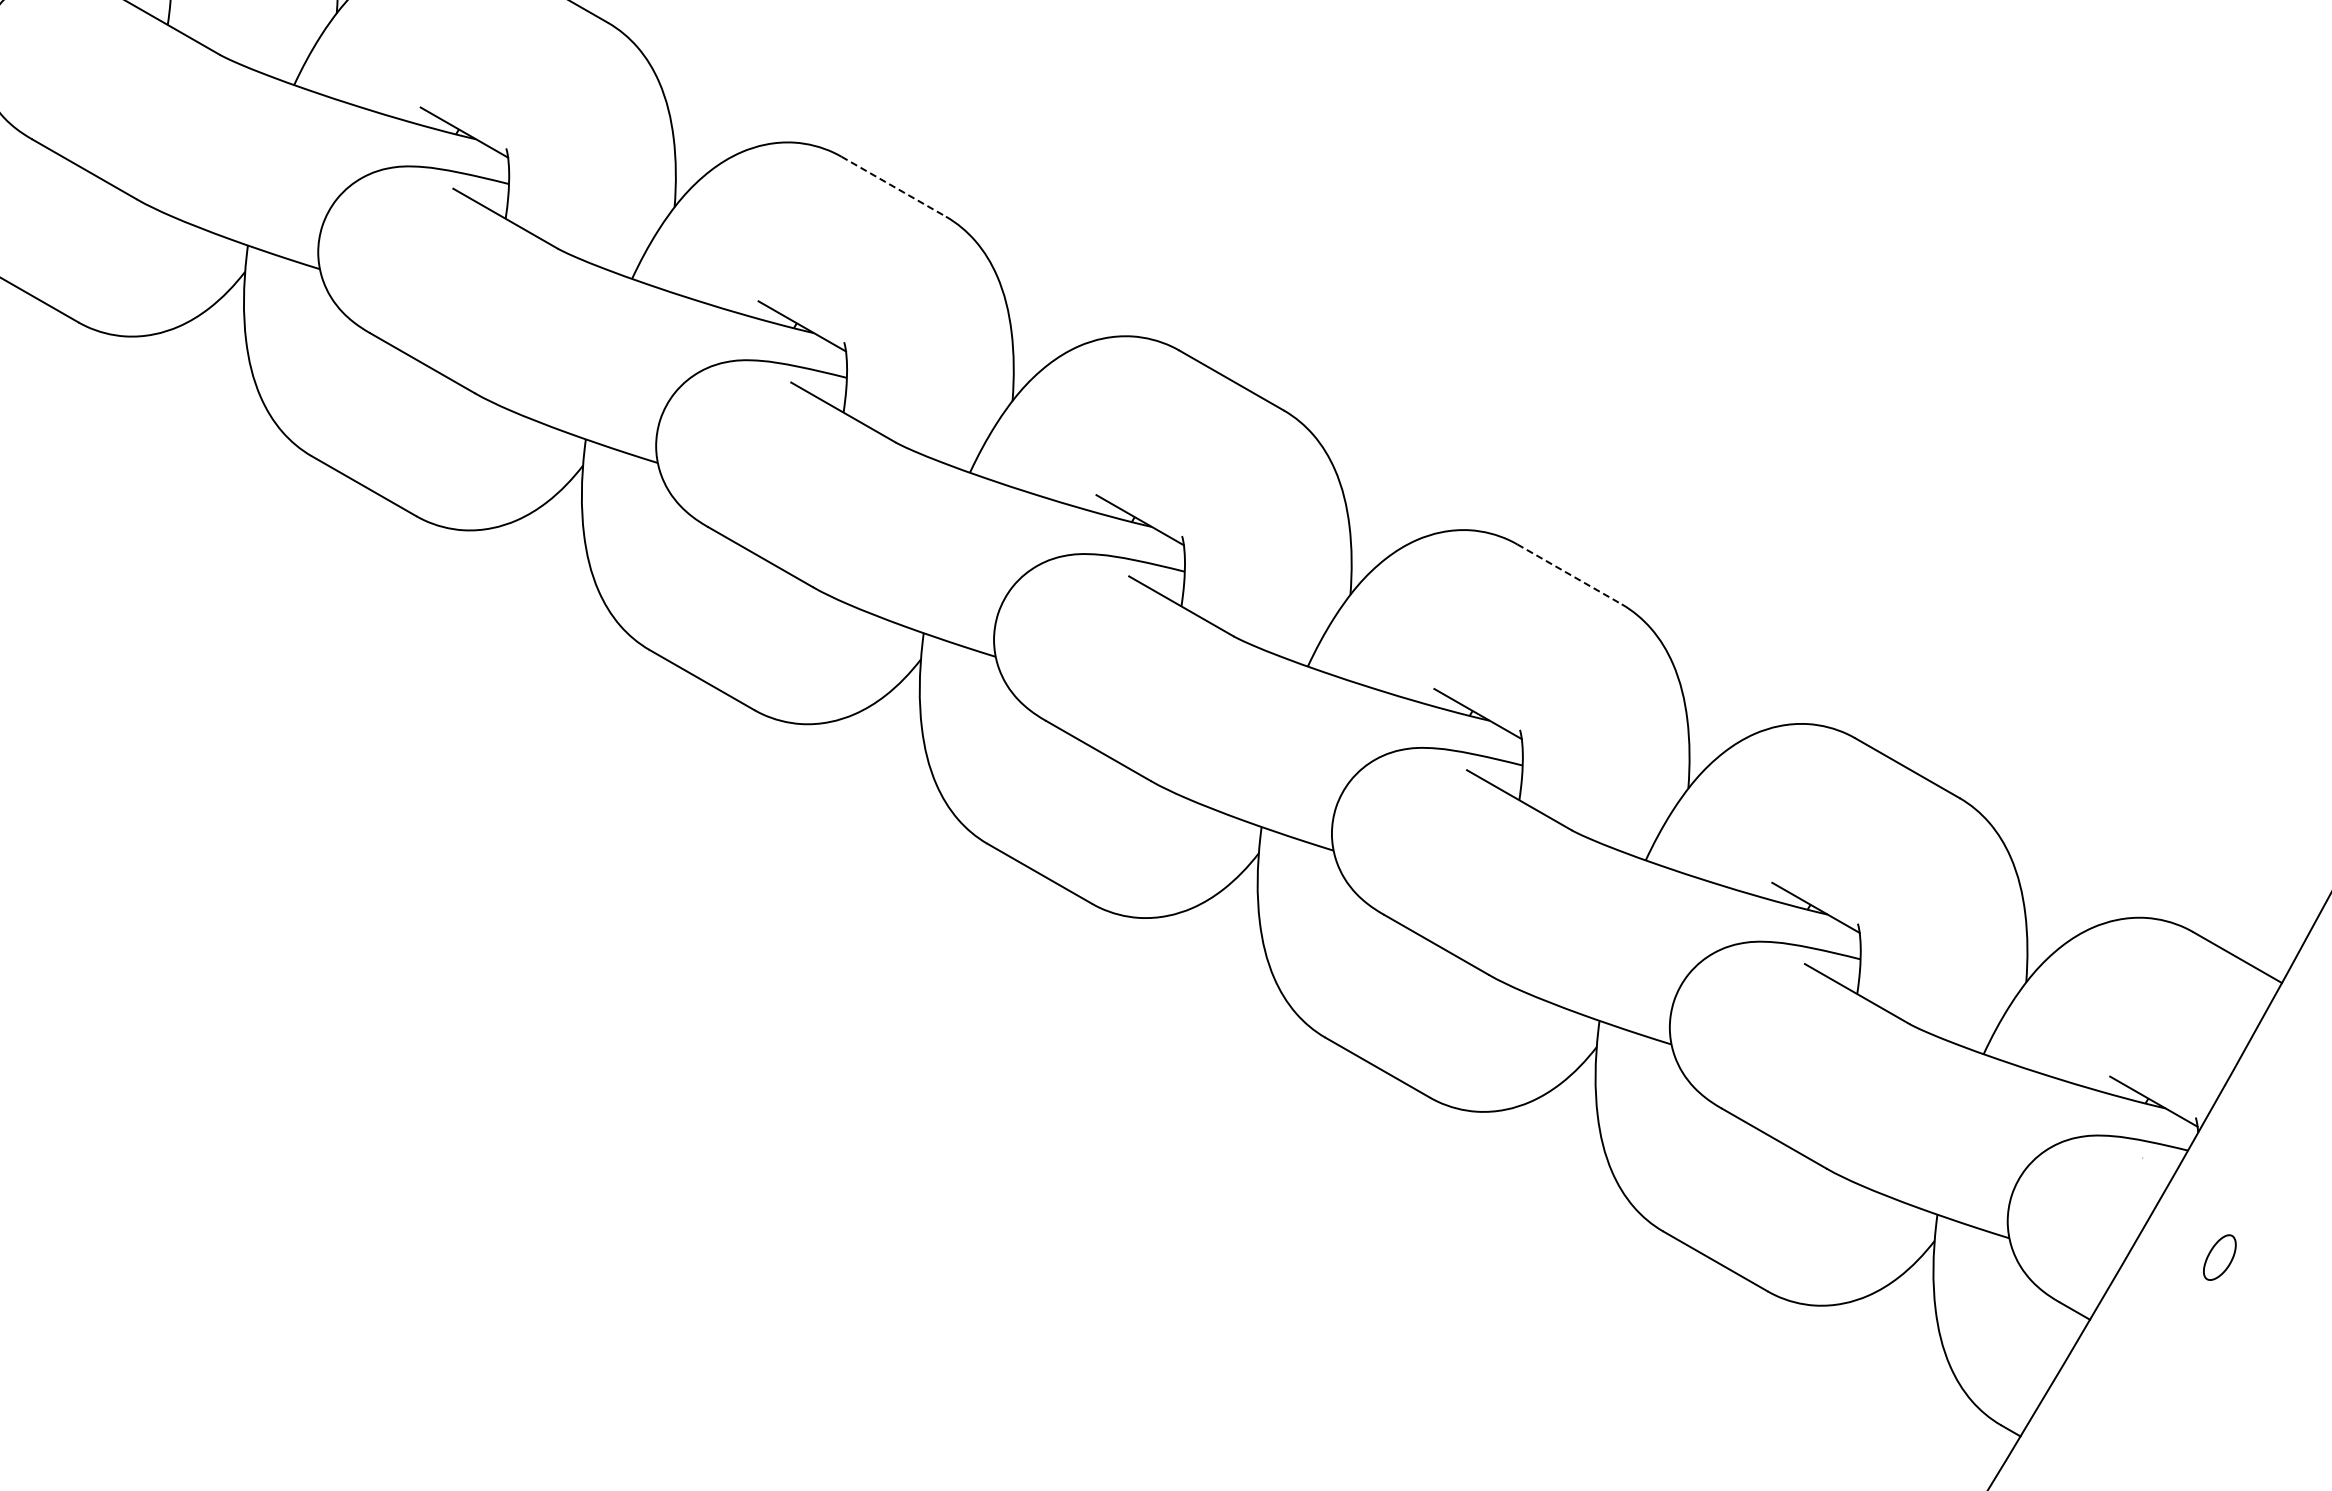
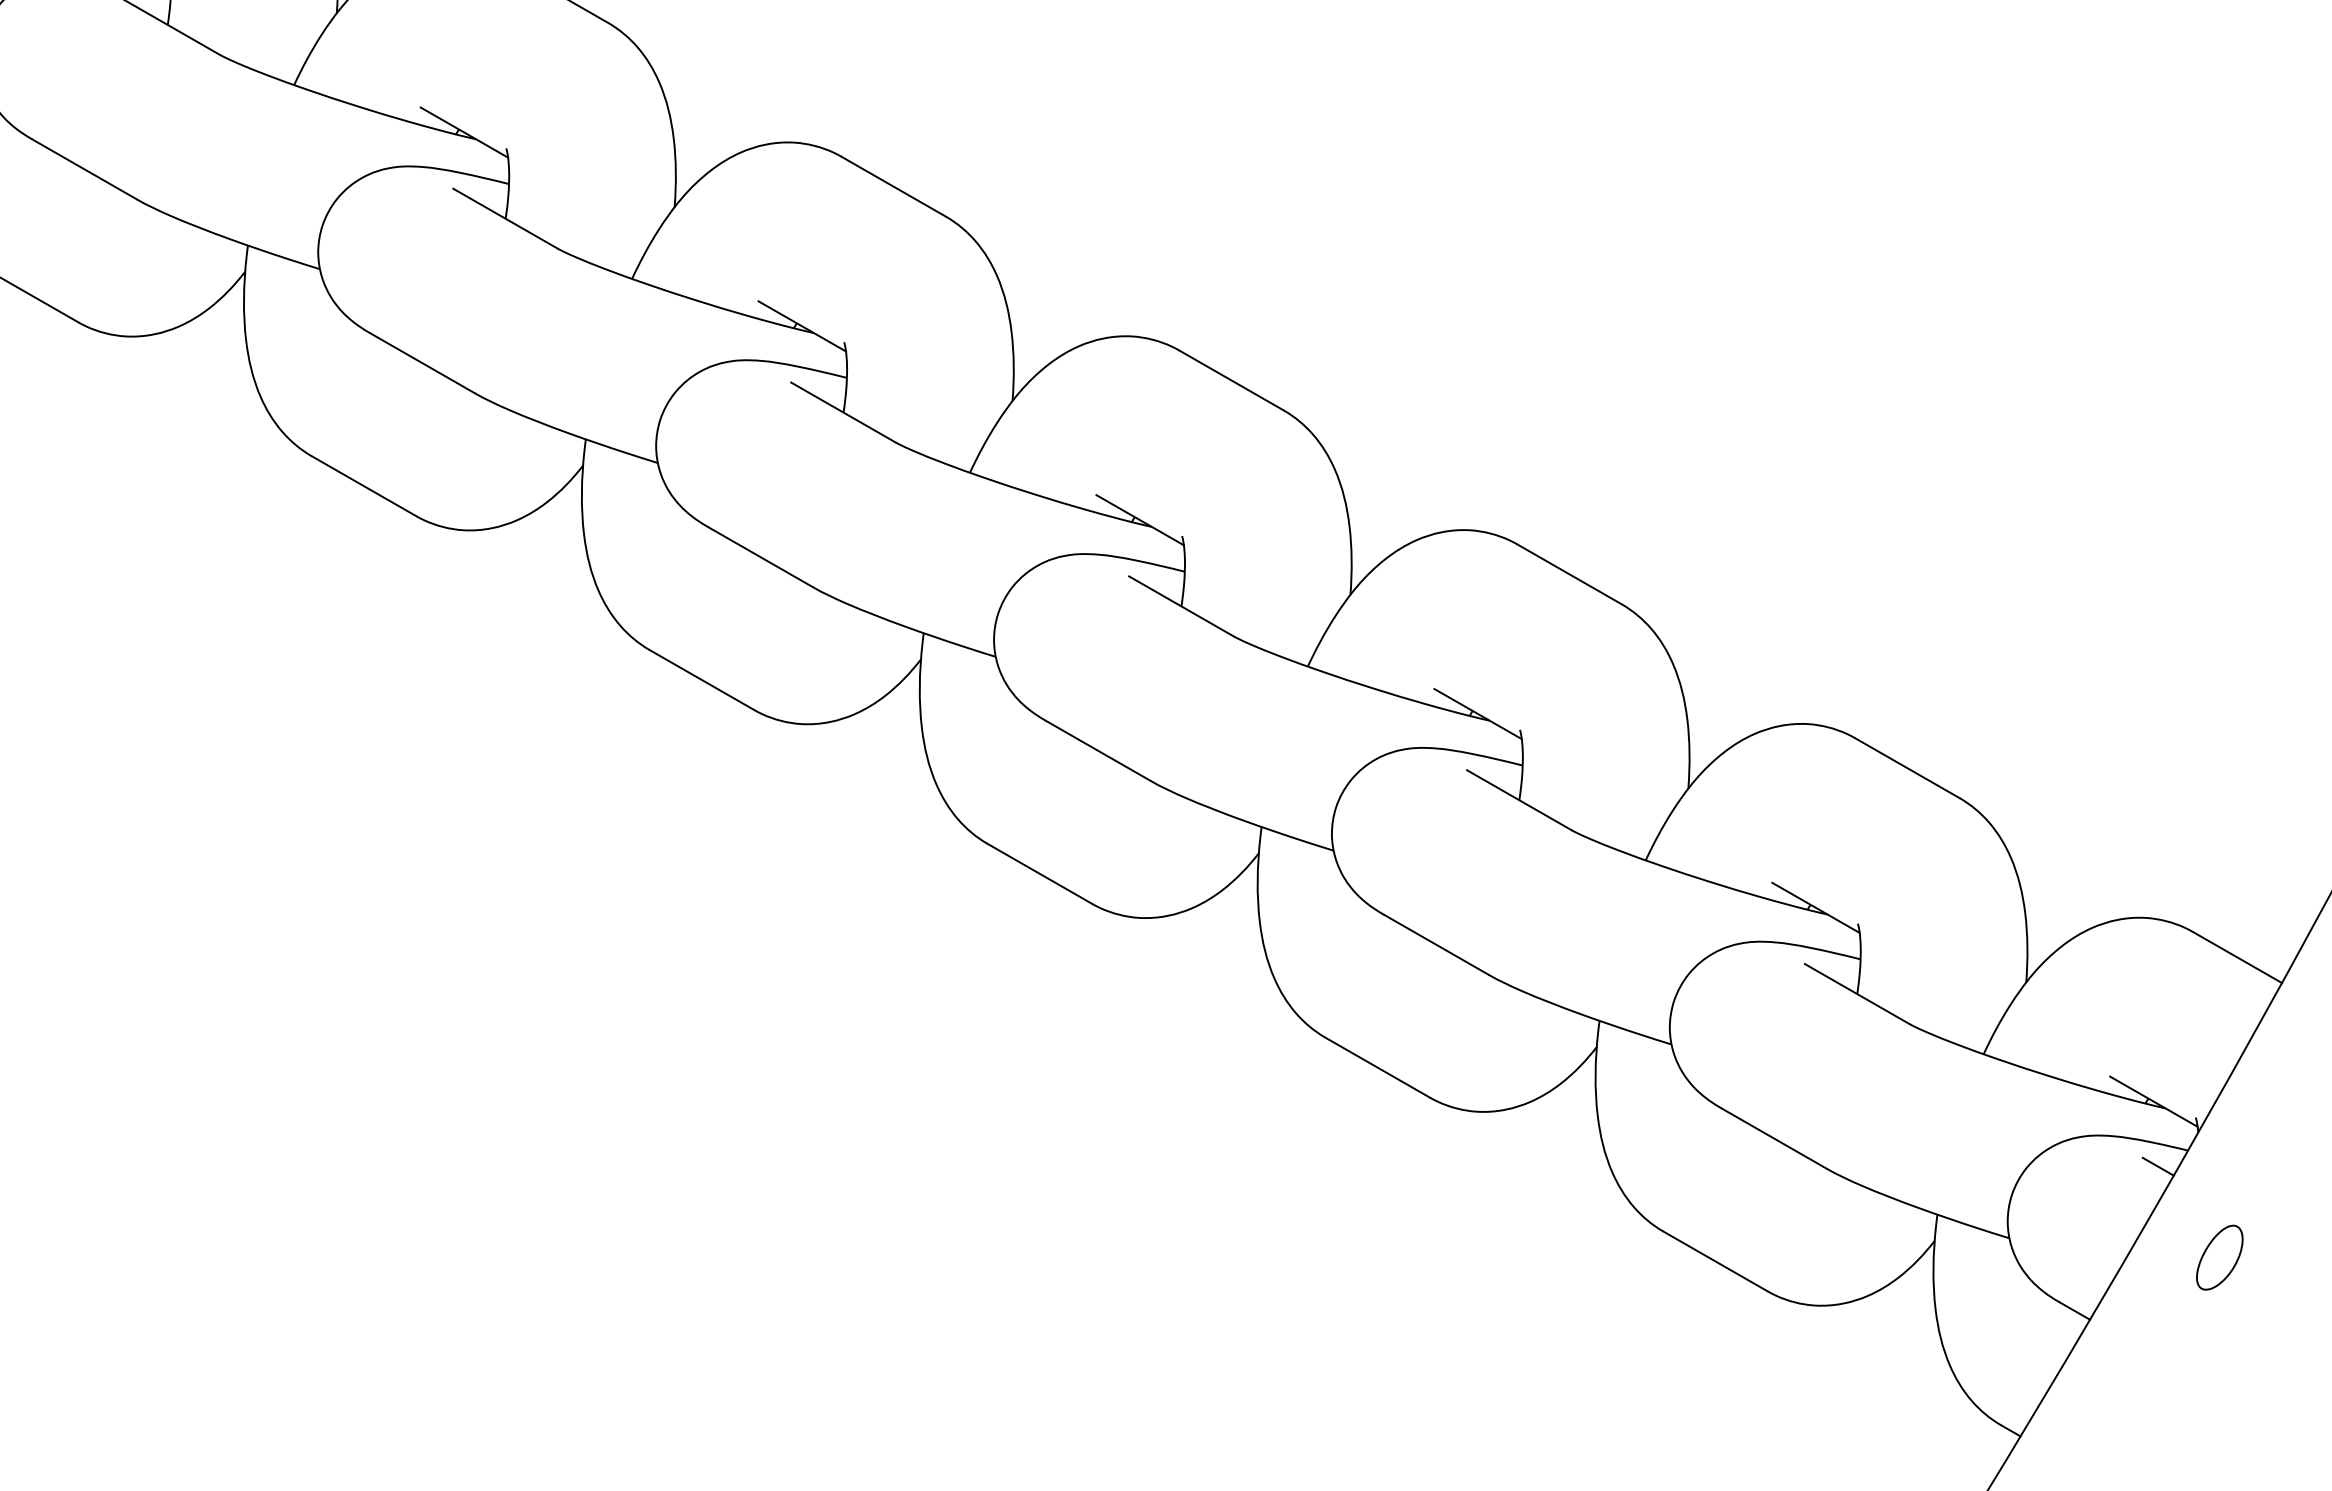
line at (894, 186): dashed -> solid
line at (1569, 574): dashed -> solid
line at (2157, 1166): none -> present
part at (2219, 1257) size: 34x47 px -> 48x67 px
